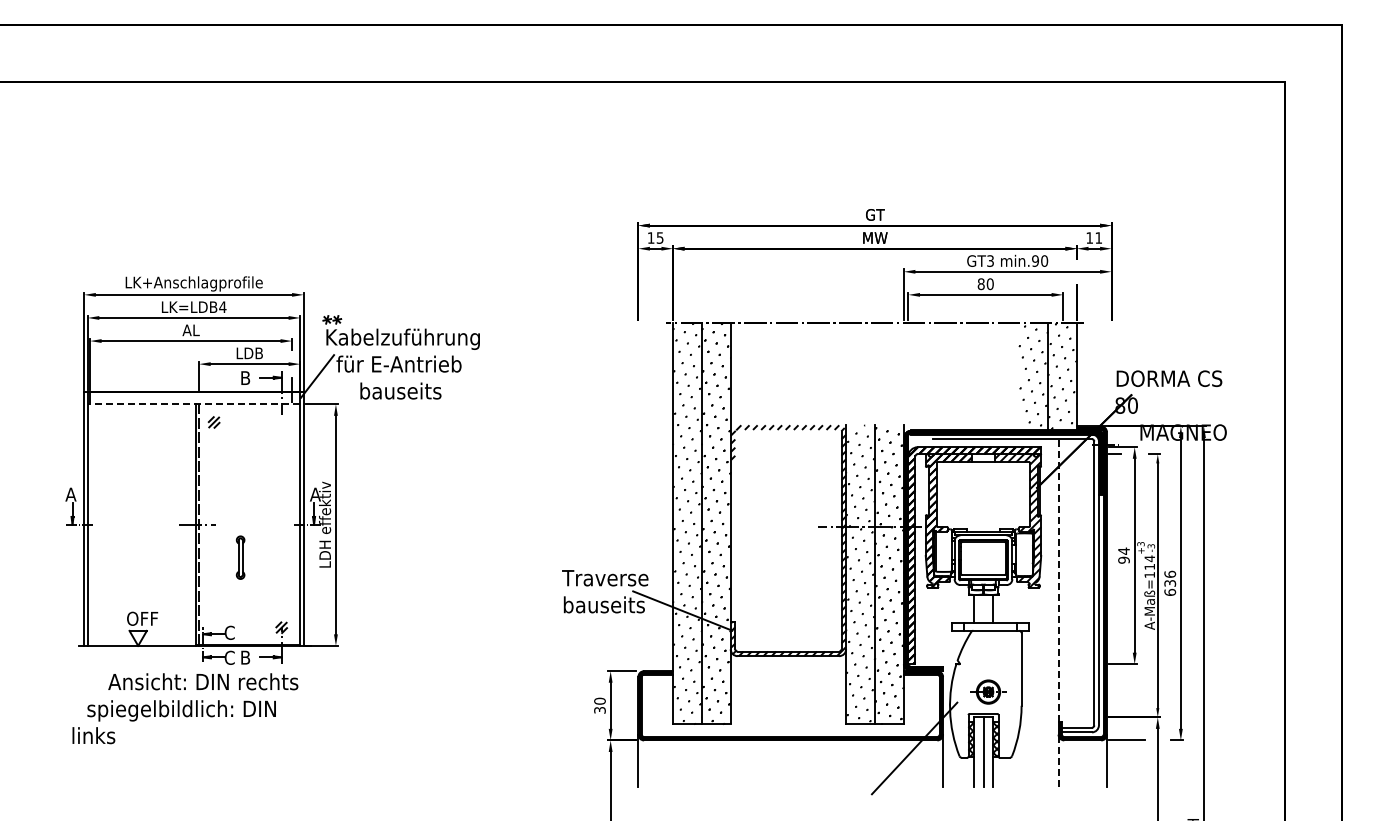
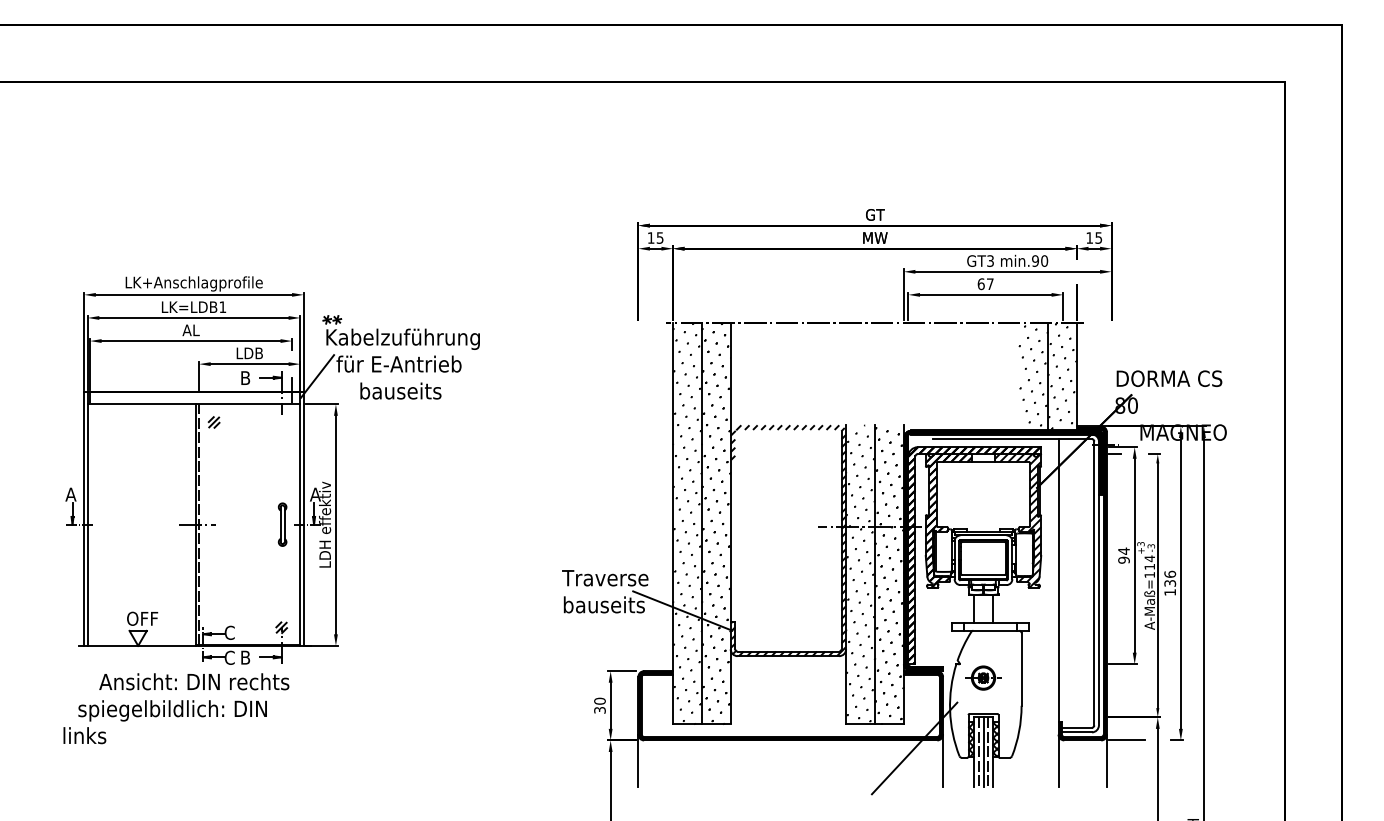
text at (1098, 237): 11 -> 15
text at (985, 284): 80 -> 67
text at (222, 306): LK=LDB4 -> LK=LDB1
line at (193, 404): dashed -> solid
part at (240, 557) position: (240, 557) -> (282, 524)
line at (1058, 580): dashed -> solid
text at (1170, 591): 636 -> 136
part at (988, 691) position: (988, 691) -> (983, 677)
text at (185, 708) position: (185, 708) -> (176, 708)
line at (978, 751): none -> present
line at (988, 751): none -> present
line at (1058, 760): dashed -> solid
